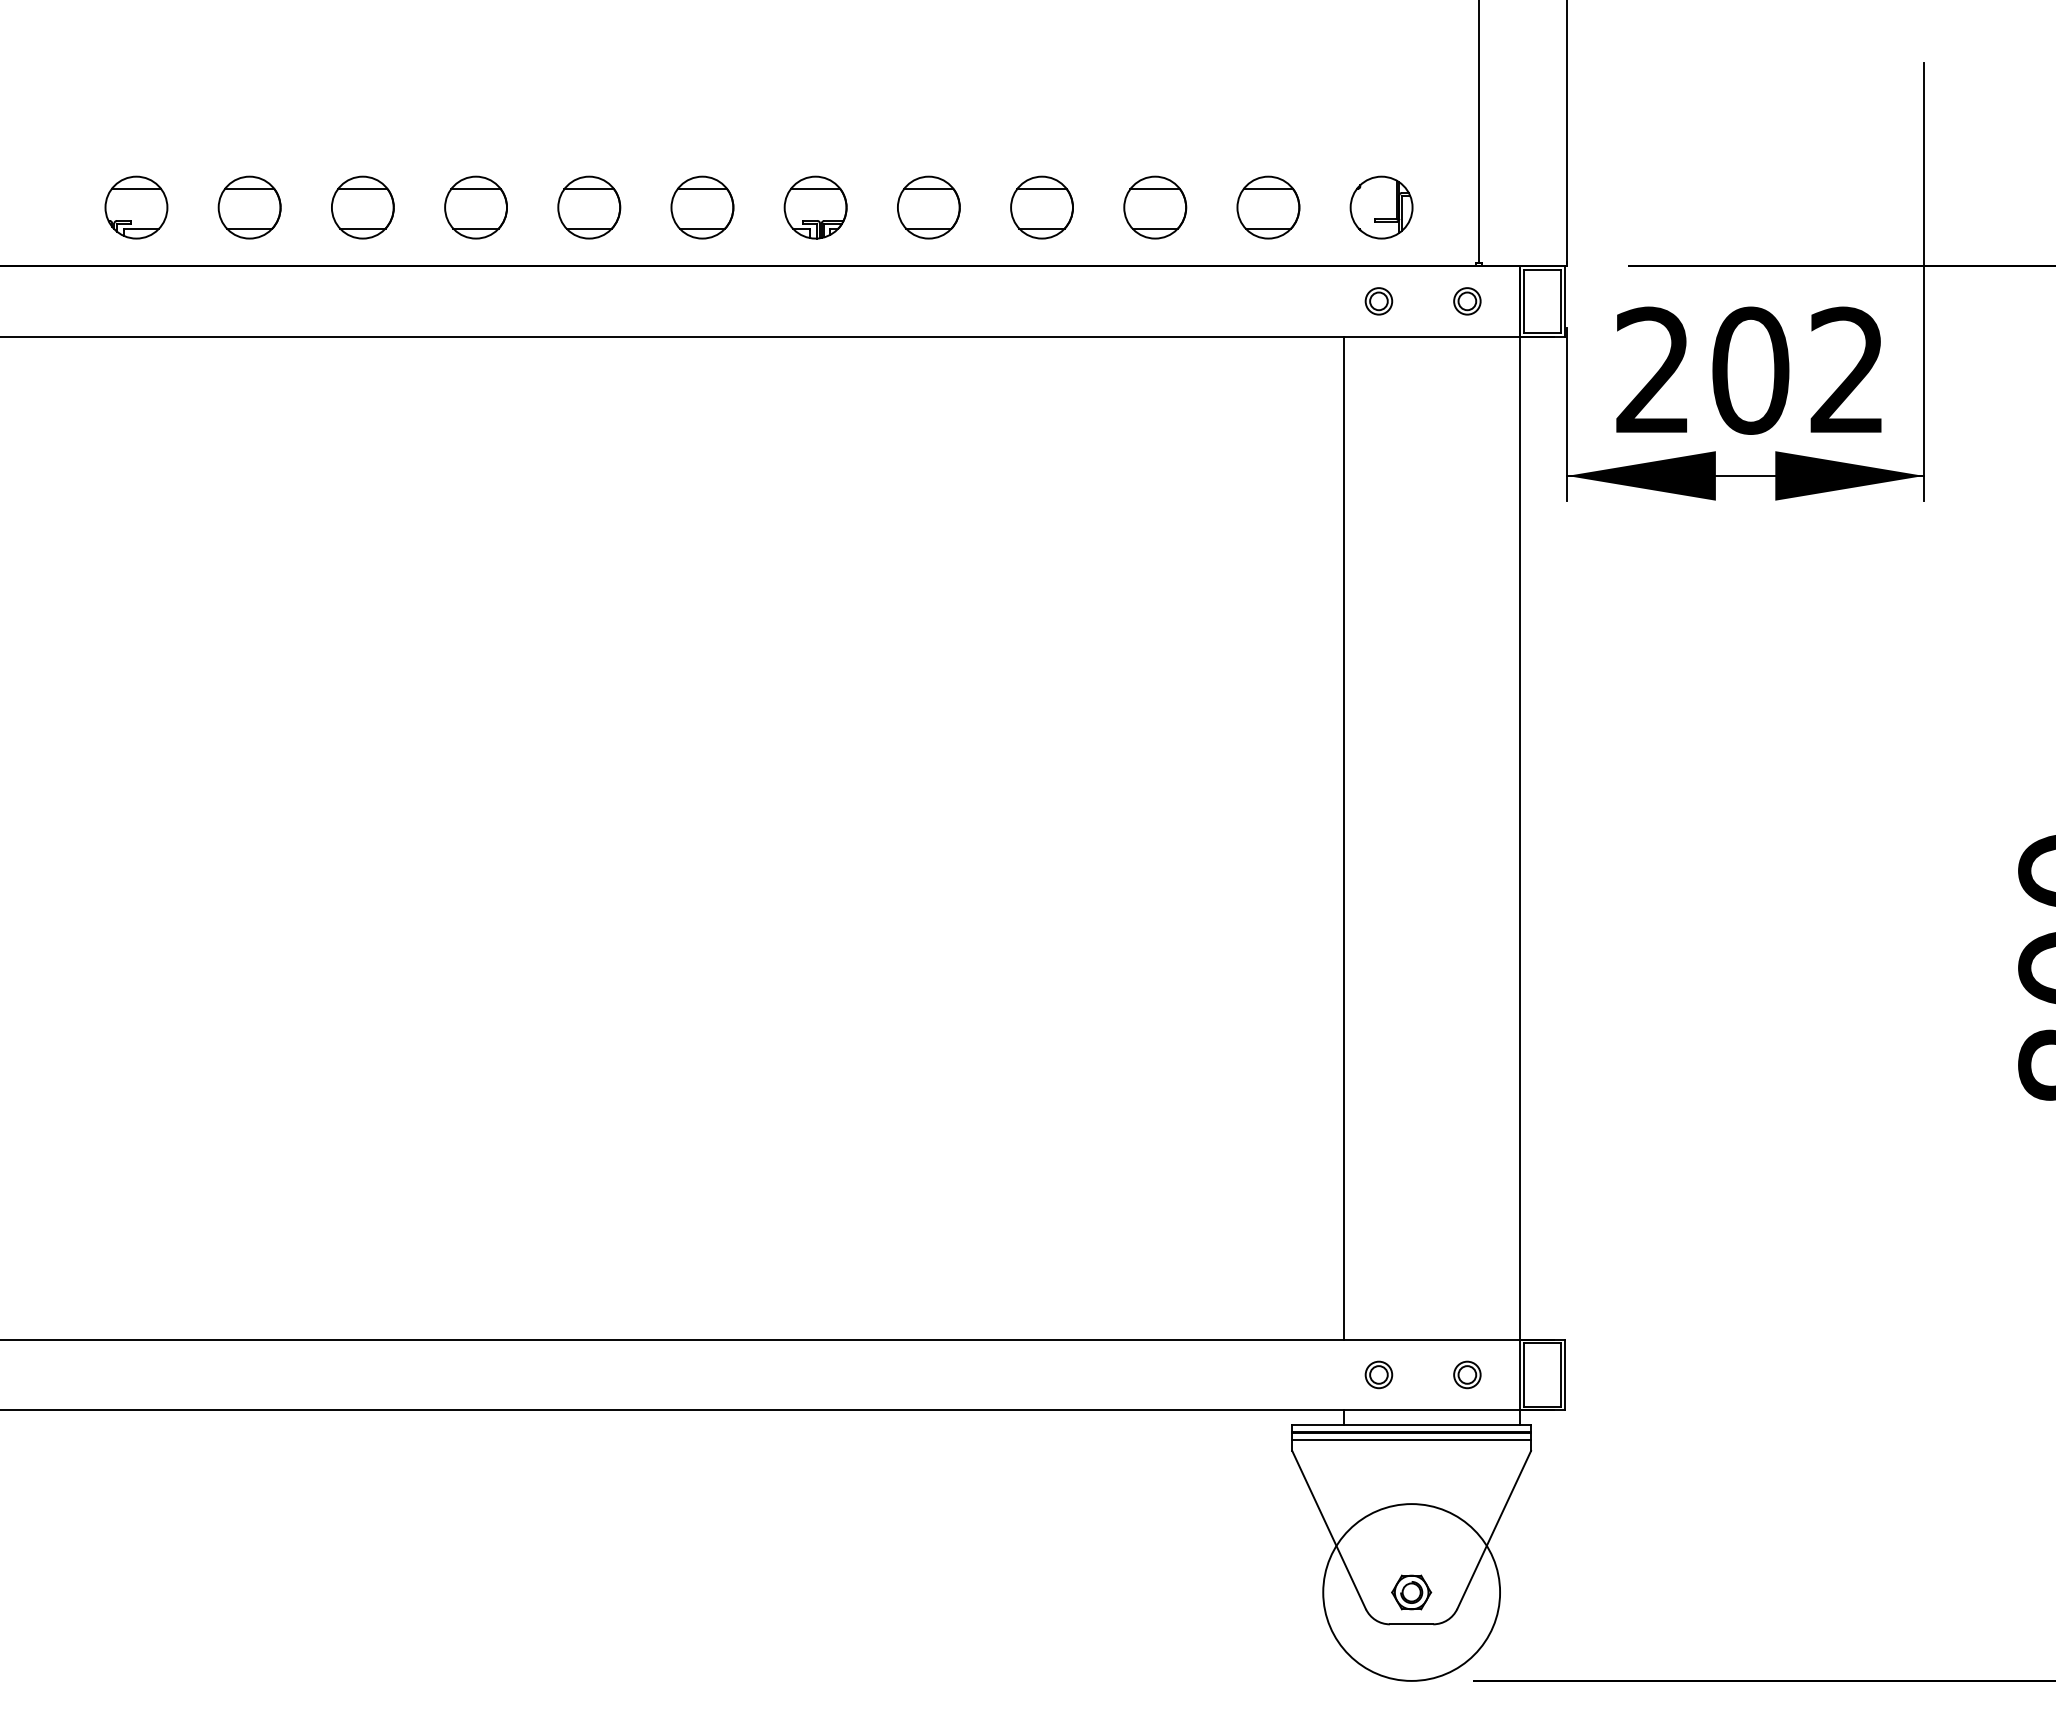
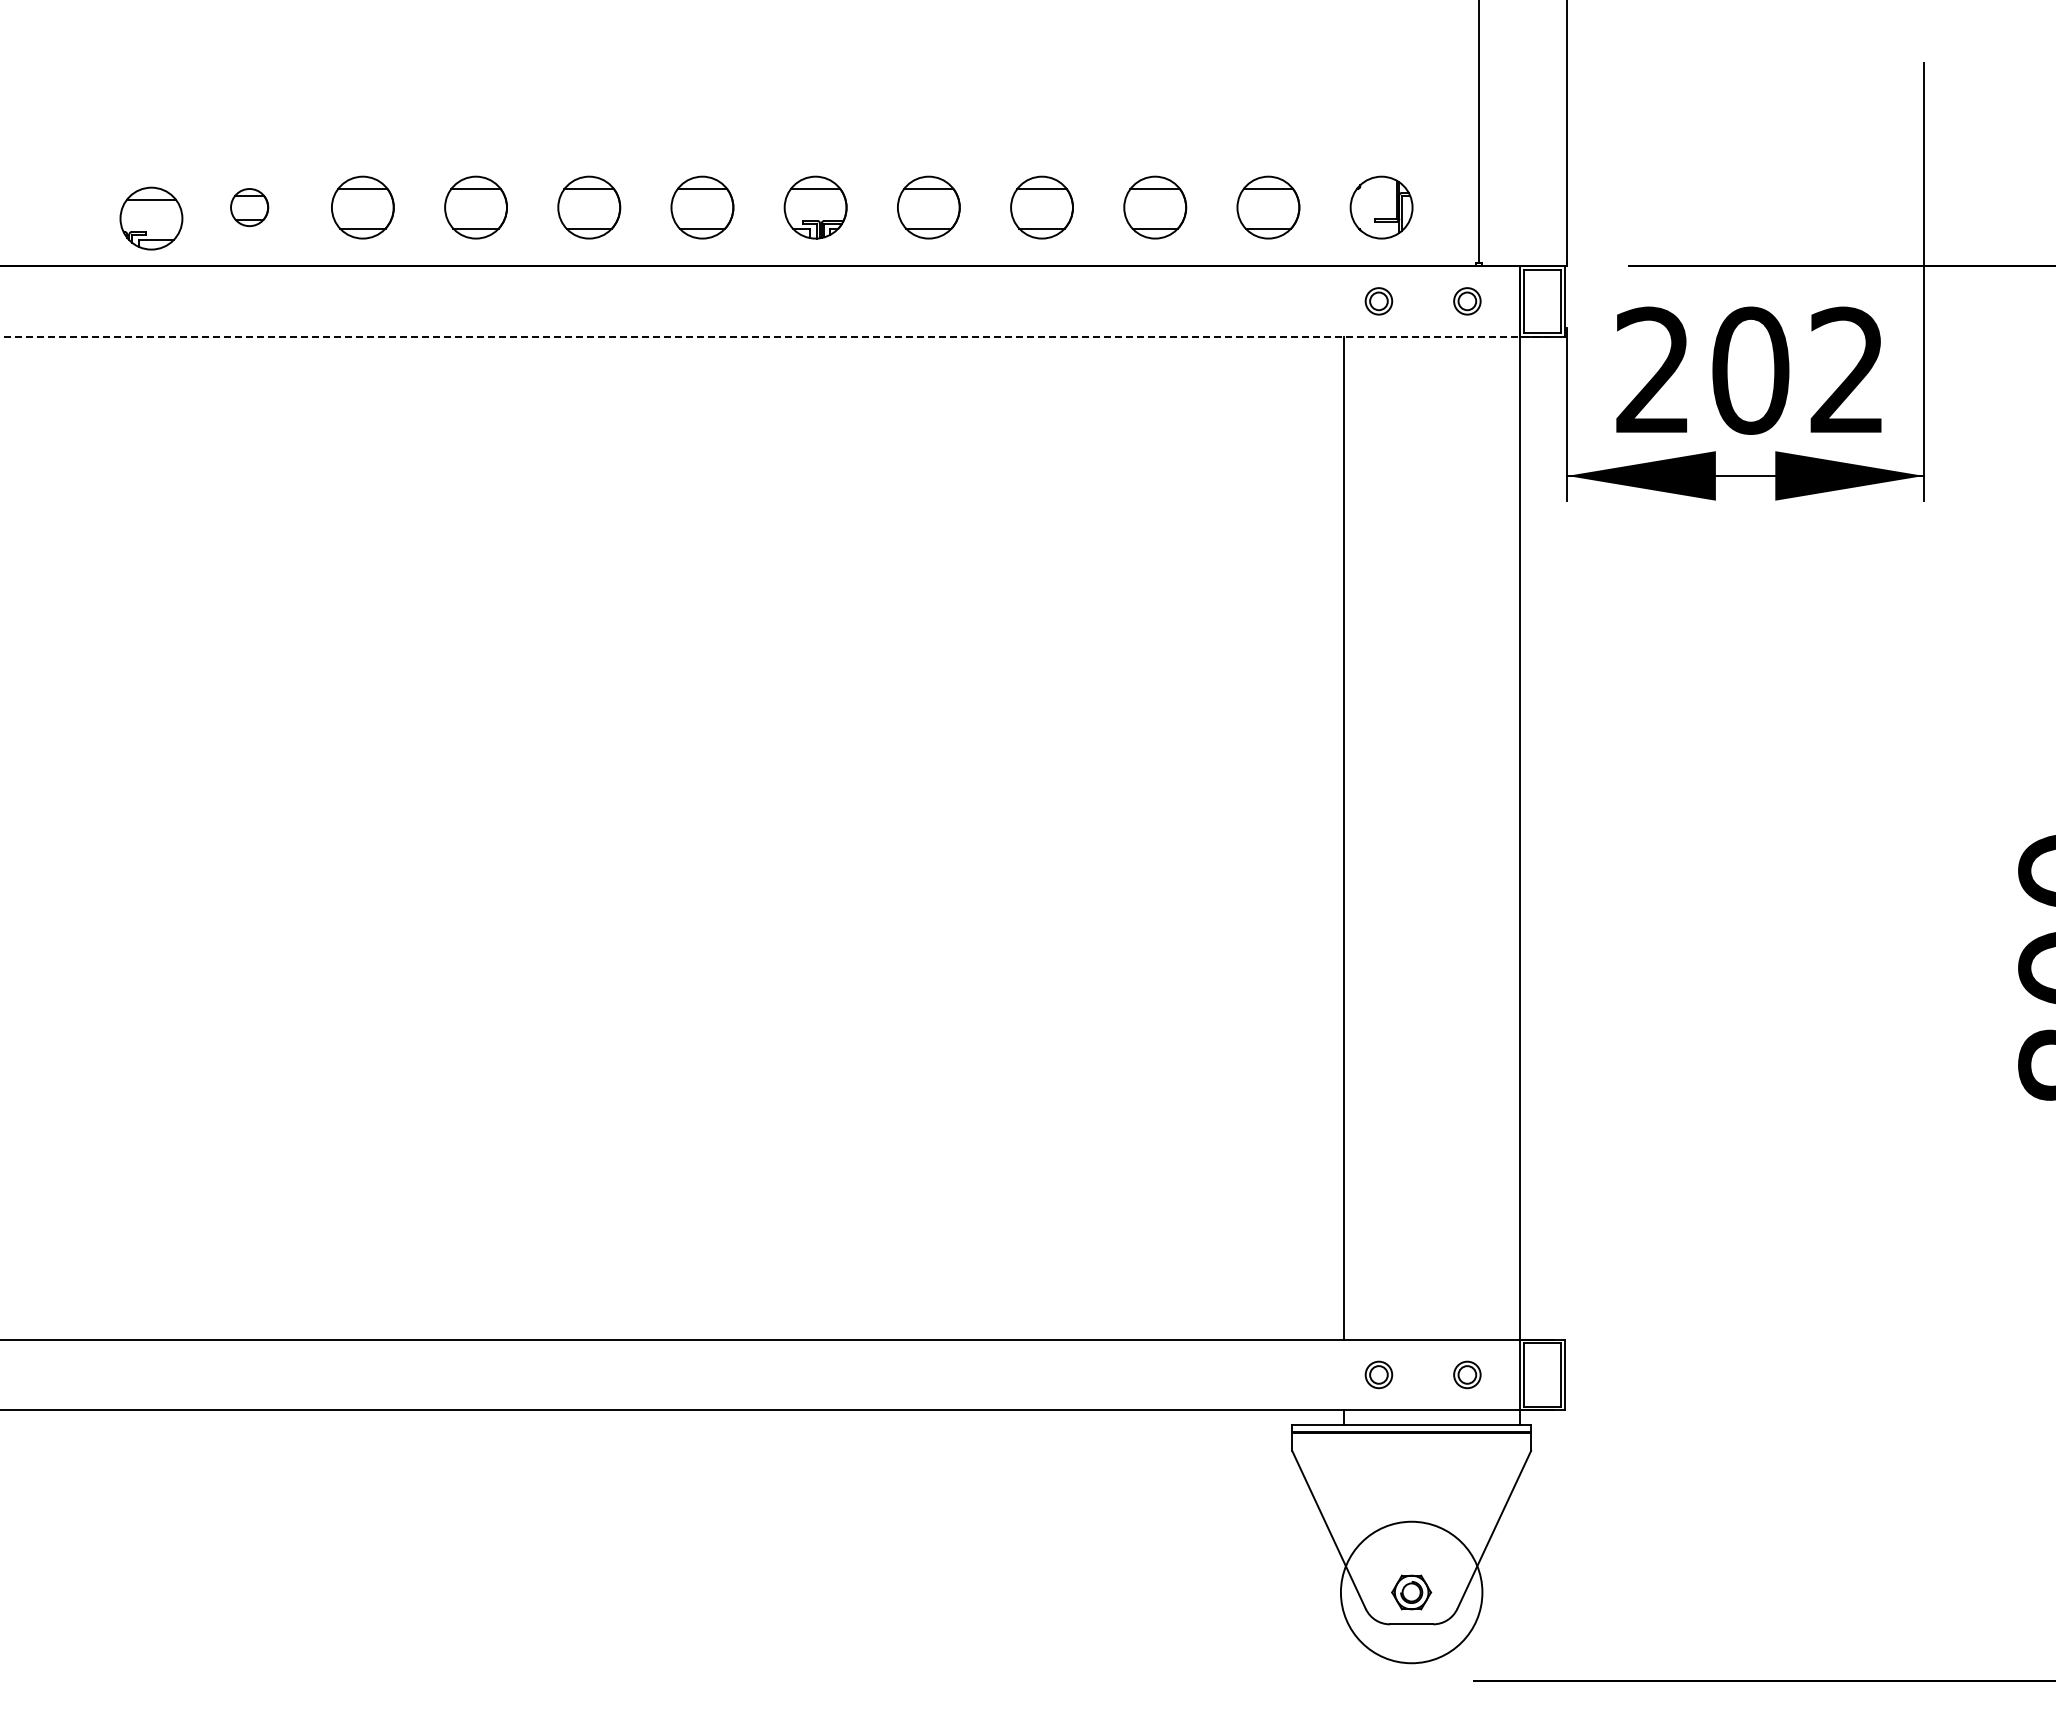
part at (136, 207) position: (136, 207) -> (151, 218)
part at (249, 207) size: 65x65 px -> 40x39 px
line at (777, 336): solid -> dashed
line at (1411, 1440): present -> none
circle at (1411, 1592) diameter: 177 px -> 141 px
